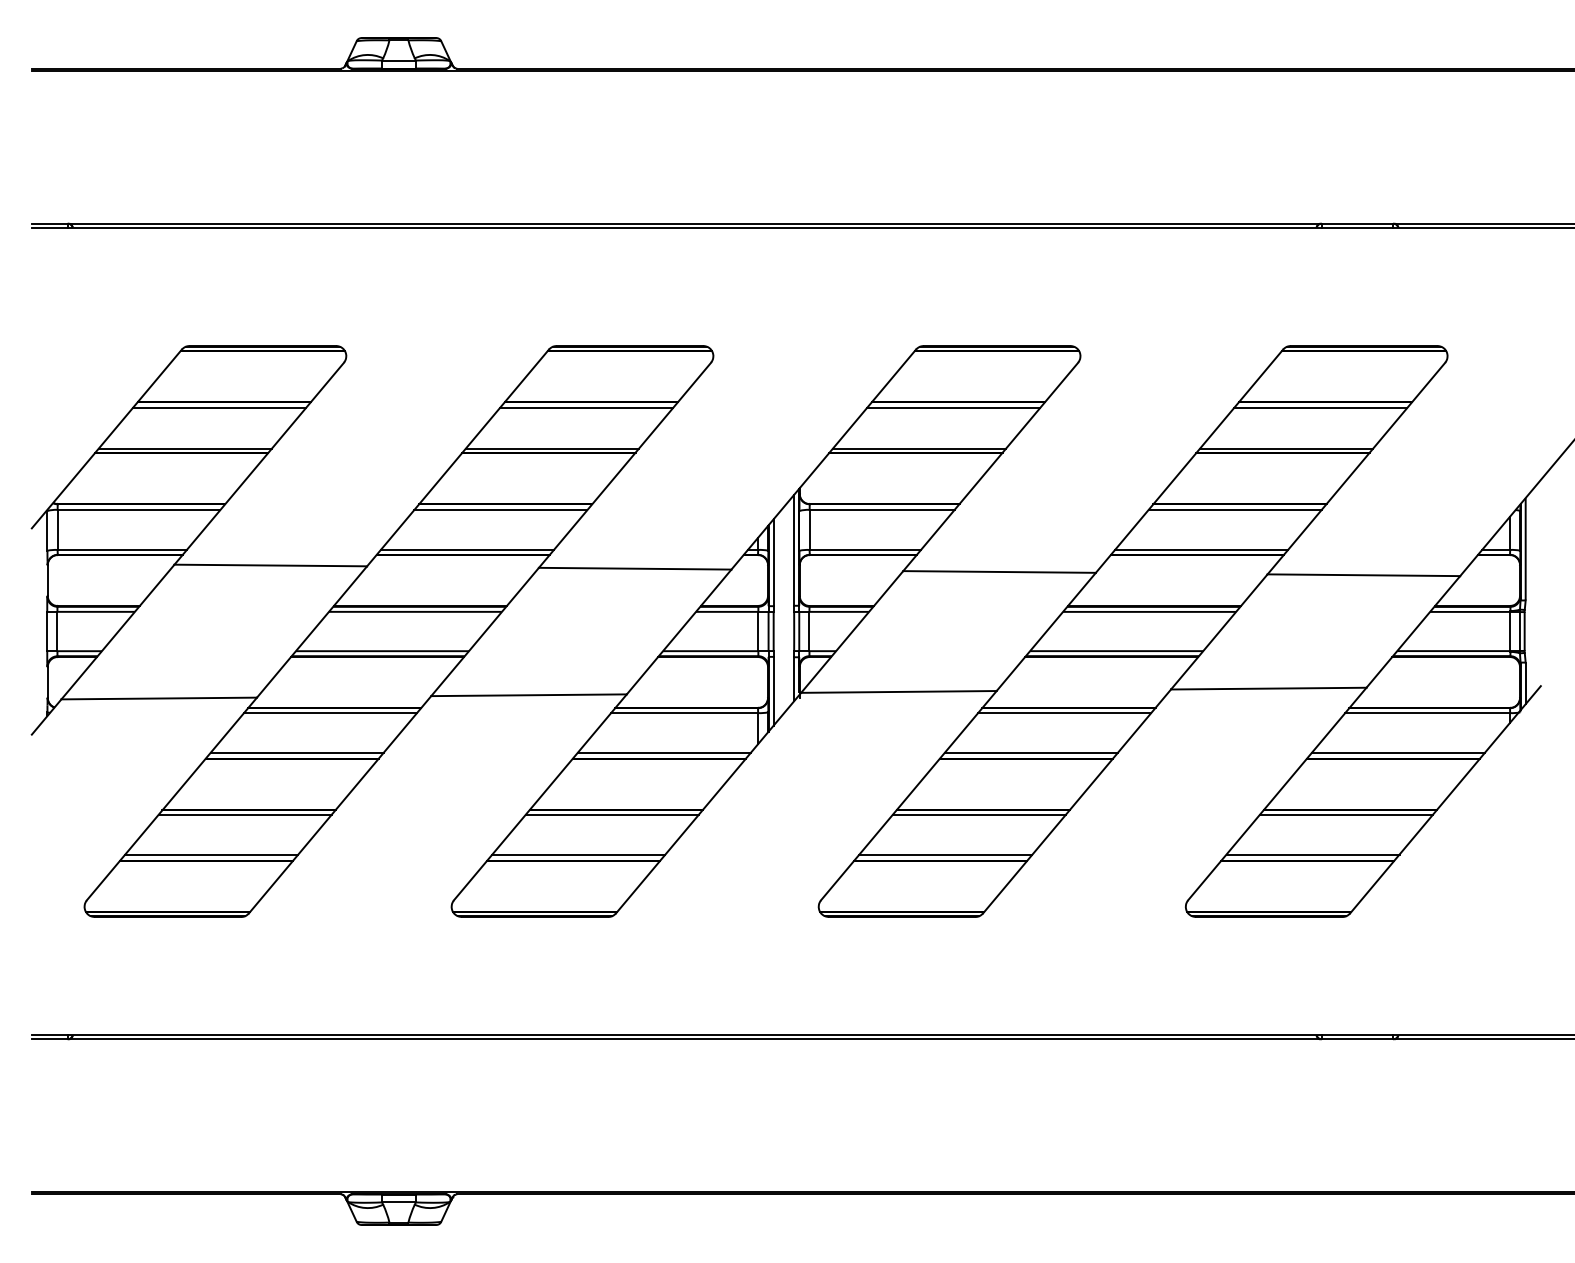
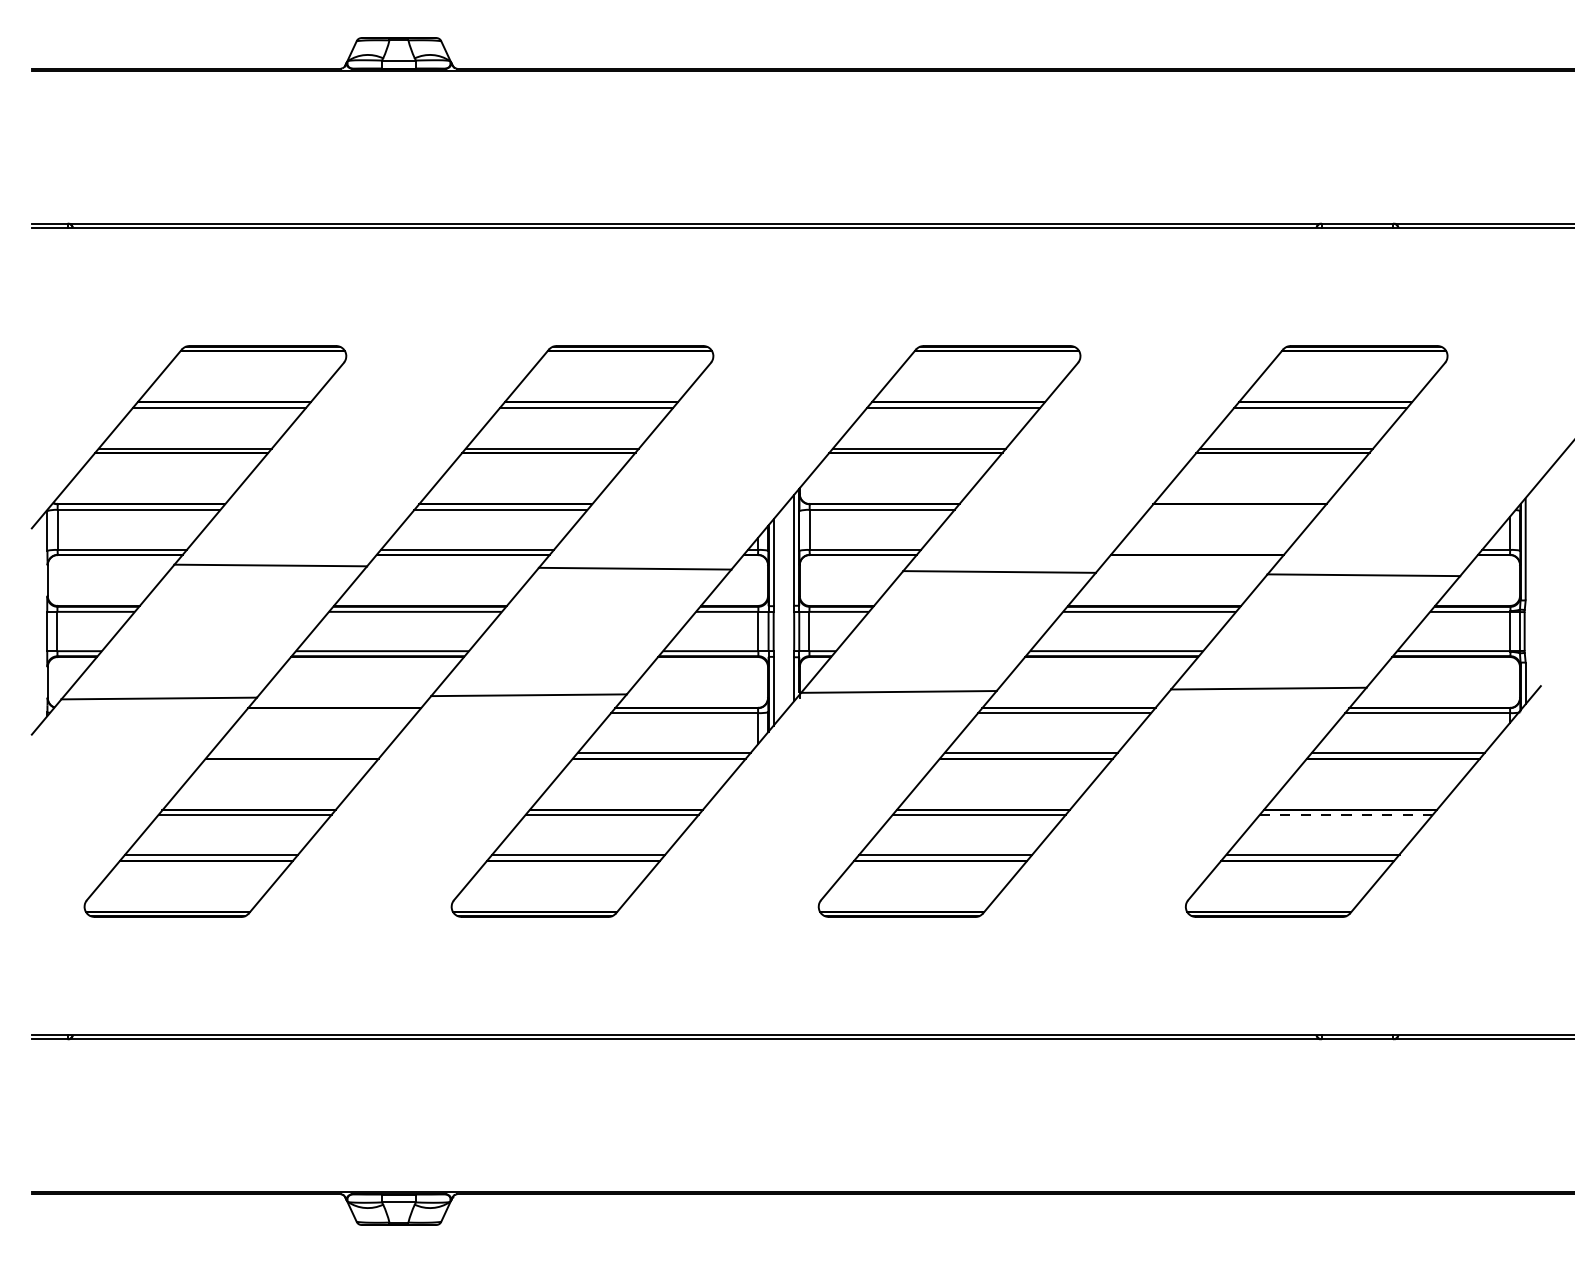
line at (1234, 509): present -> none
line at (1200, 550): present -> none
line at (330, 712): present -> none
line at (296, 753): present -> none
line at (1346, 814): solid -> dashed
